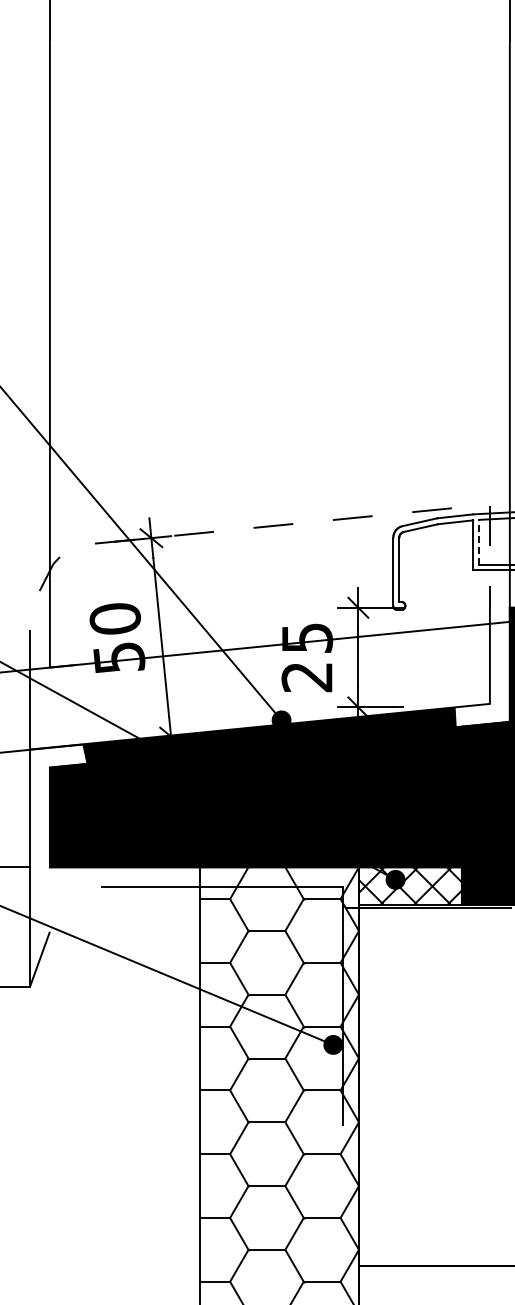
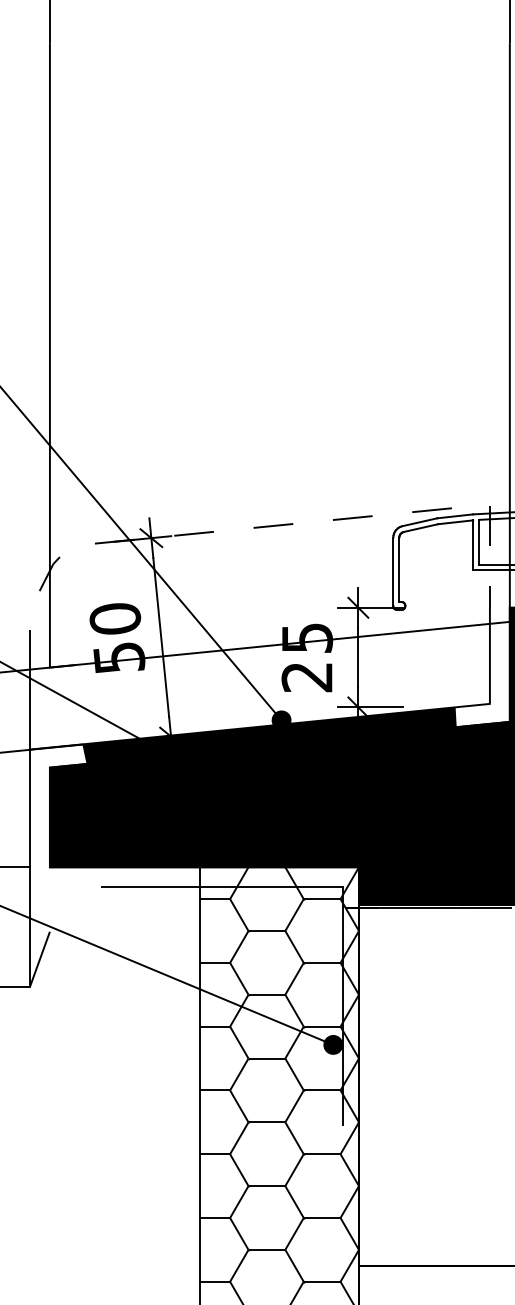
line at (479, 541): dashed -> solid
fill at (409, 885): none -> present
